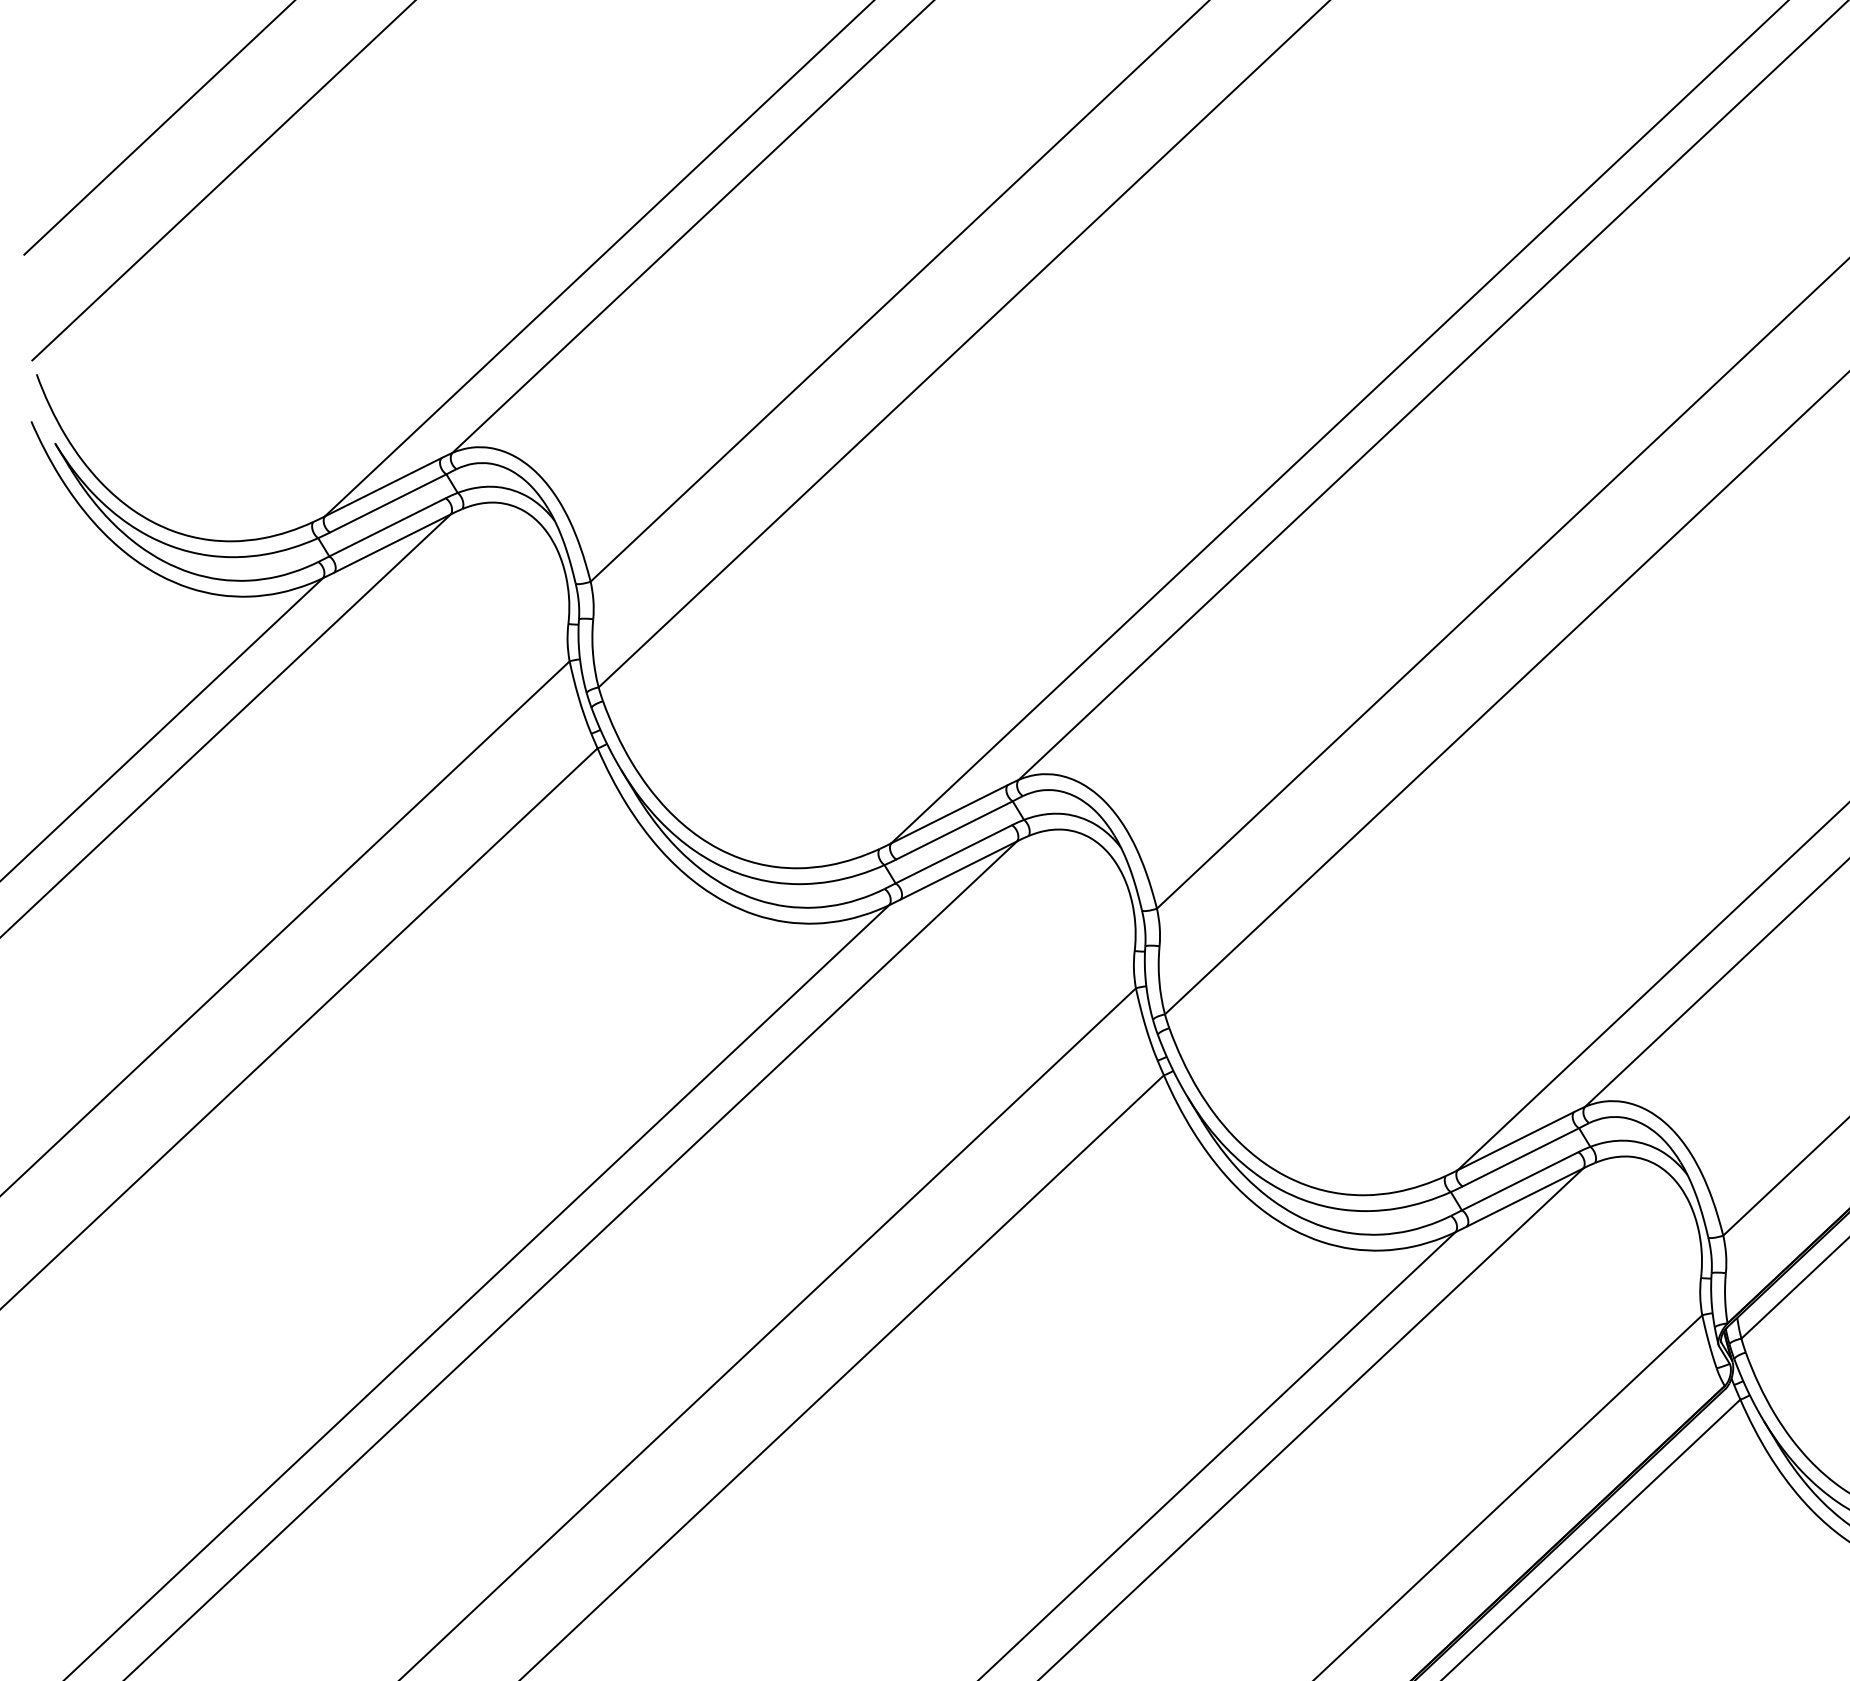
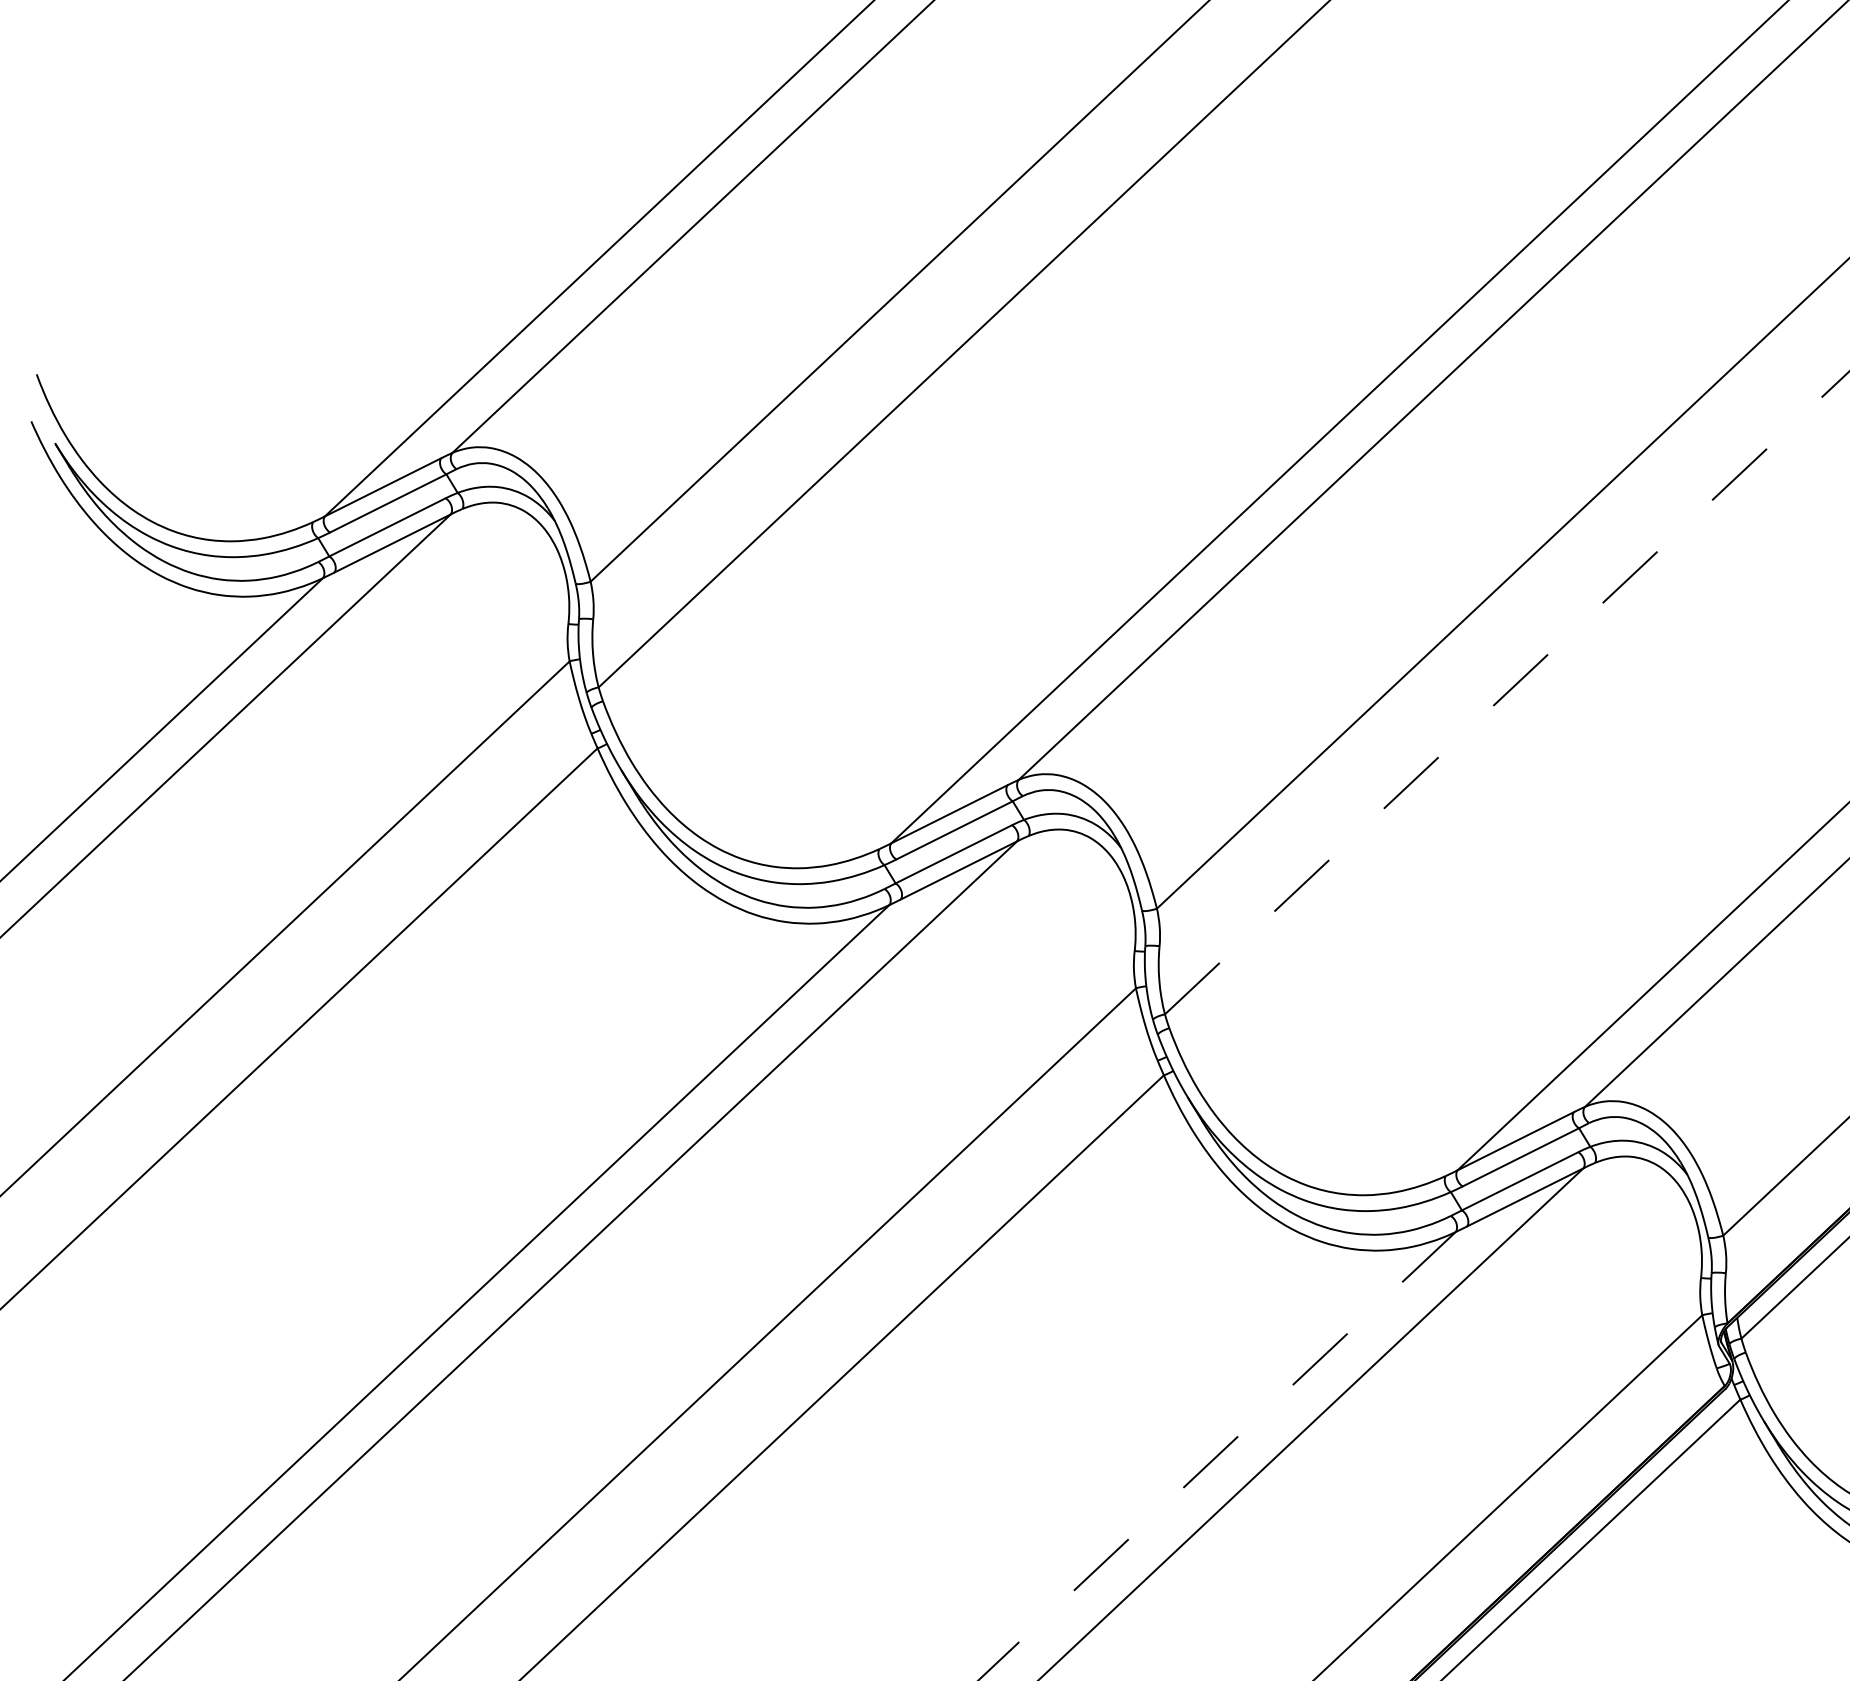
line at (158, 128): present -> none
line at (222, 181): present -> none
line at (1507, 692): solid -> dashed
line at (1217, 1455): solid -> dashed
